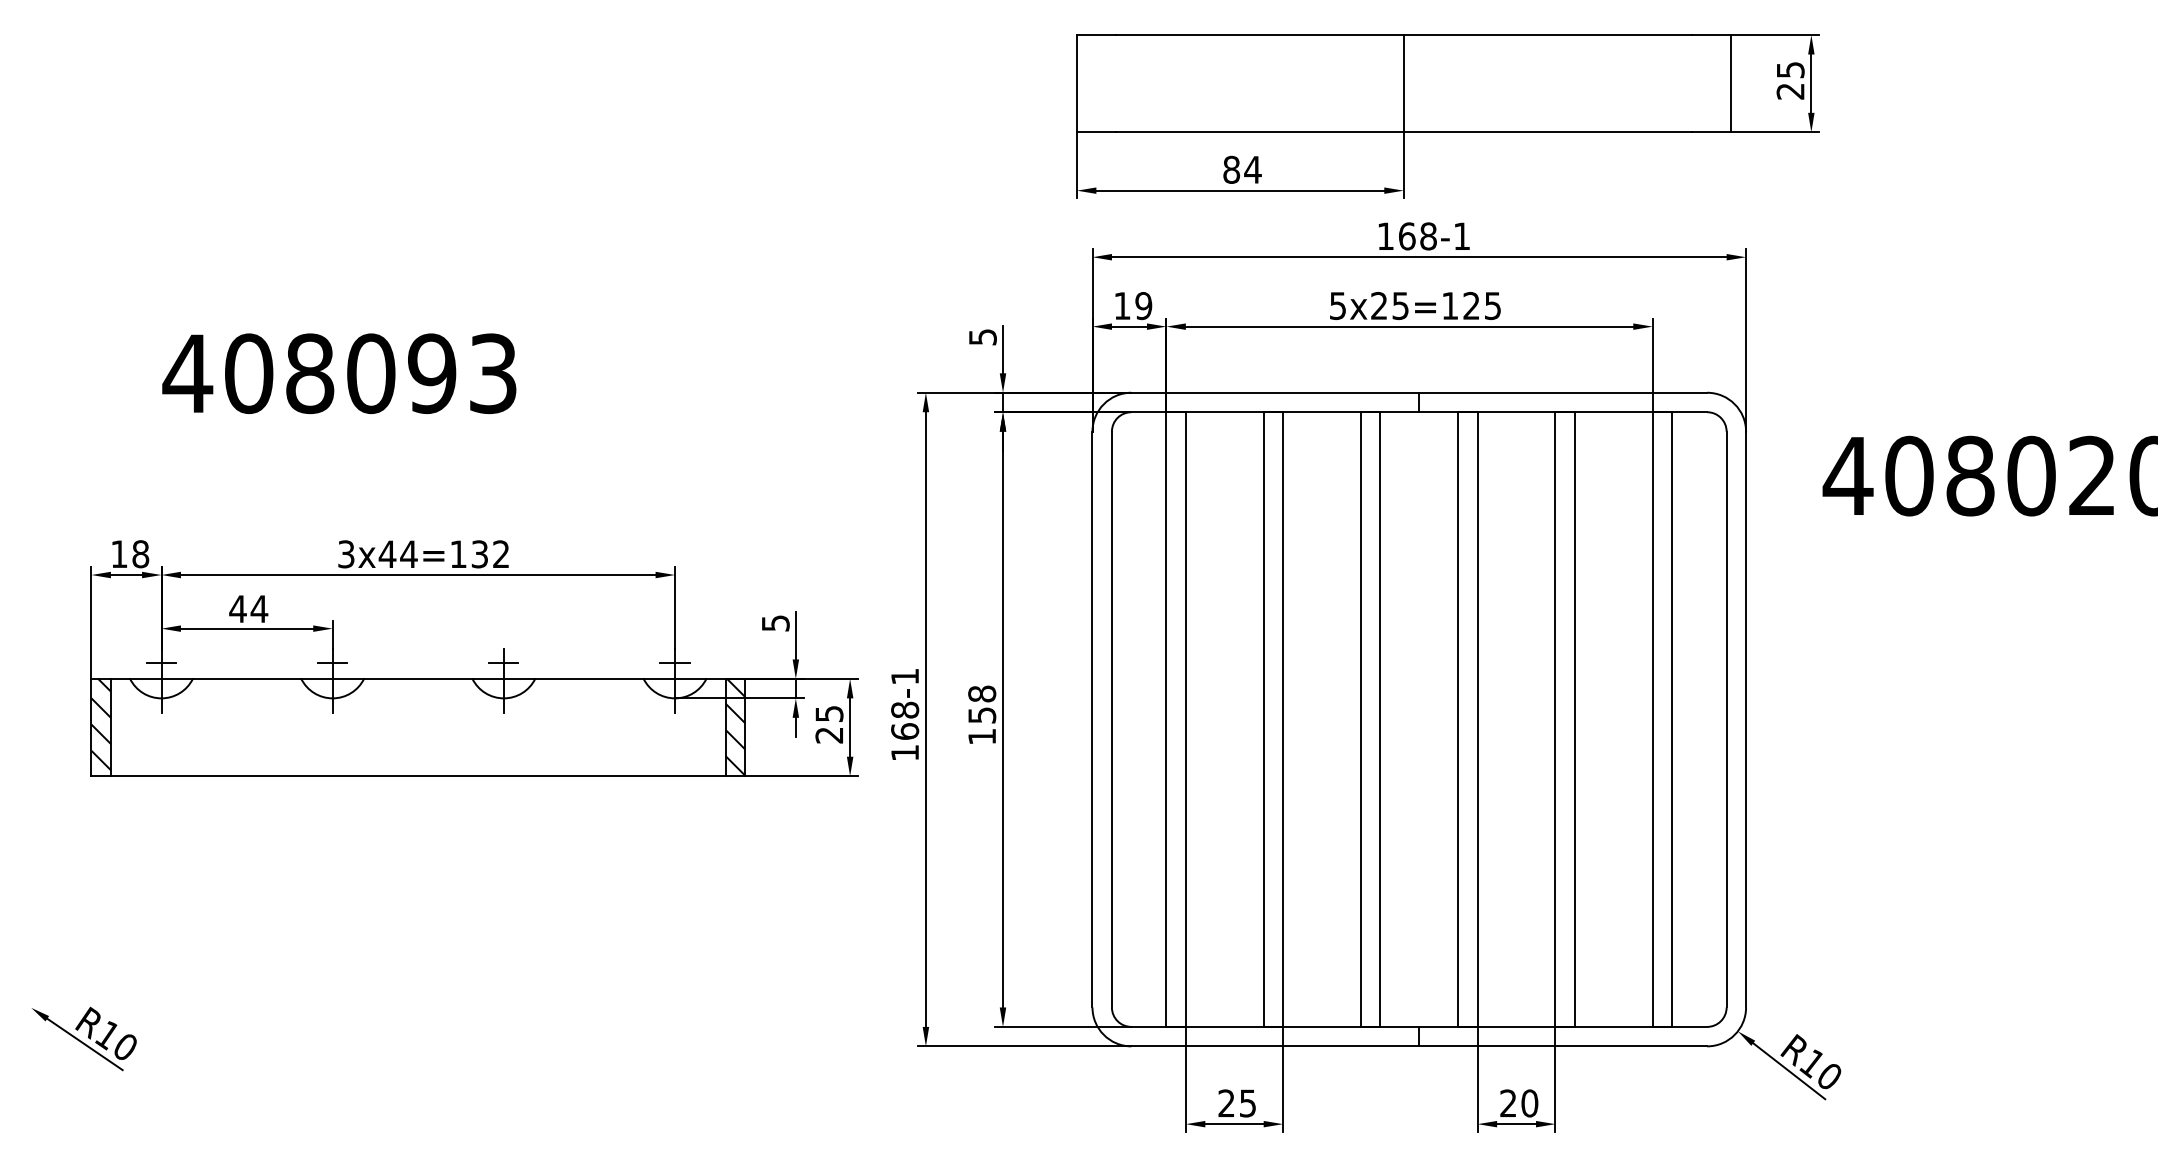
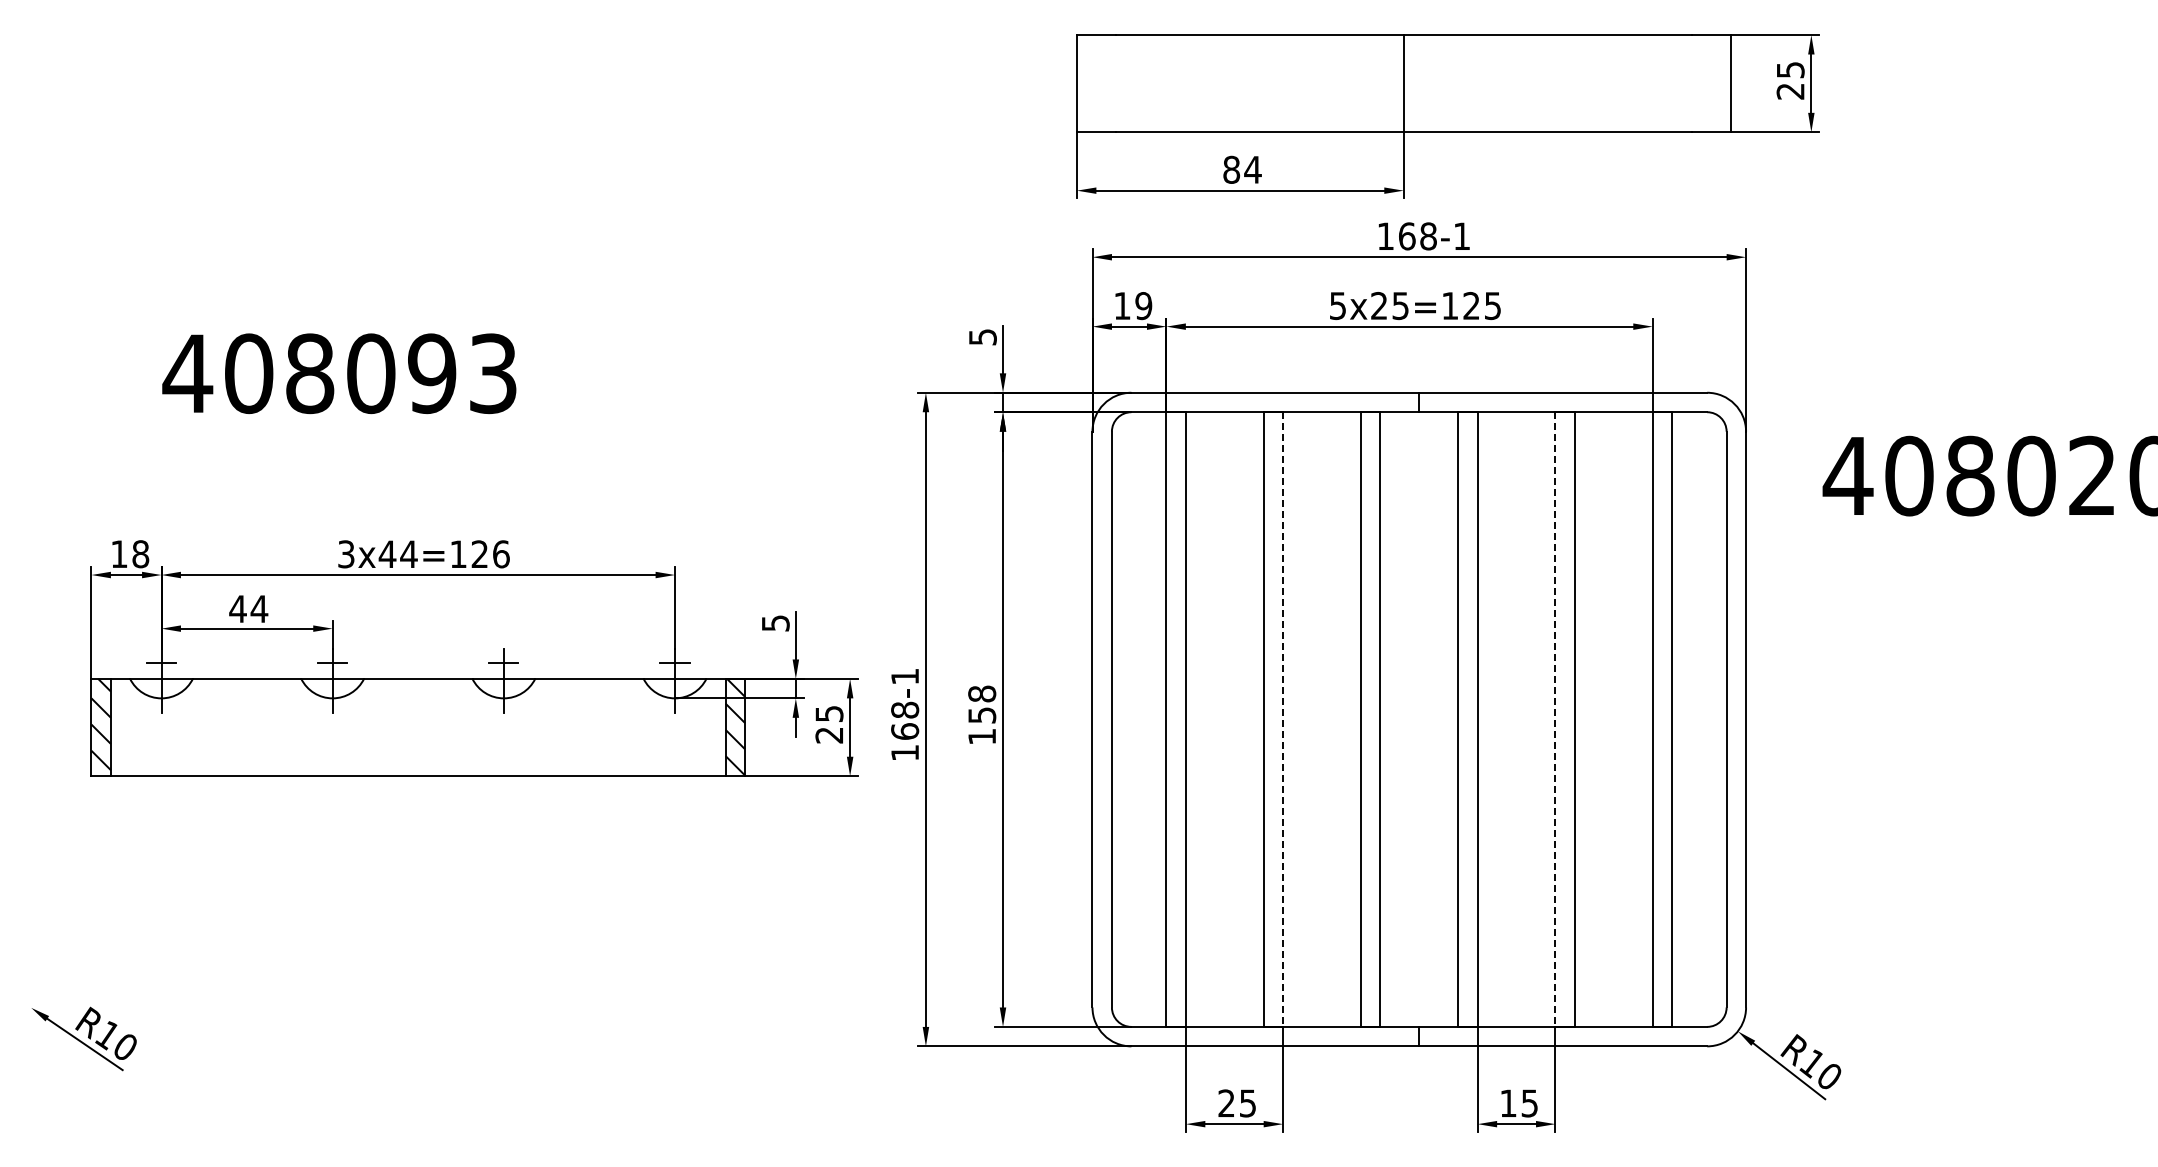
text at (490, 554): 132 -> 126
line at (1283, 720): solid -> dashed
line at (1555, 720): solid -> dashed
text at (1519, 1103): 20 -> 15
